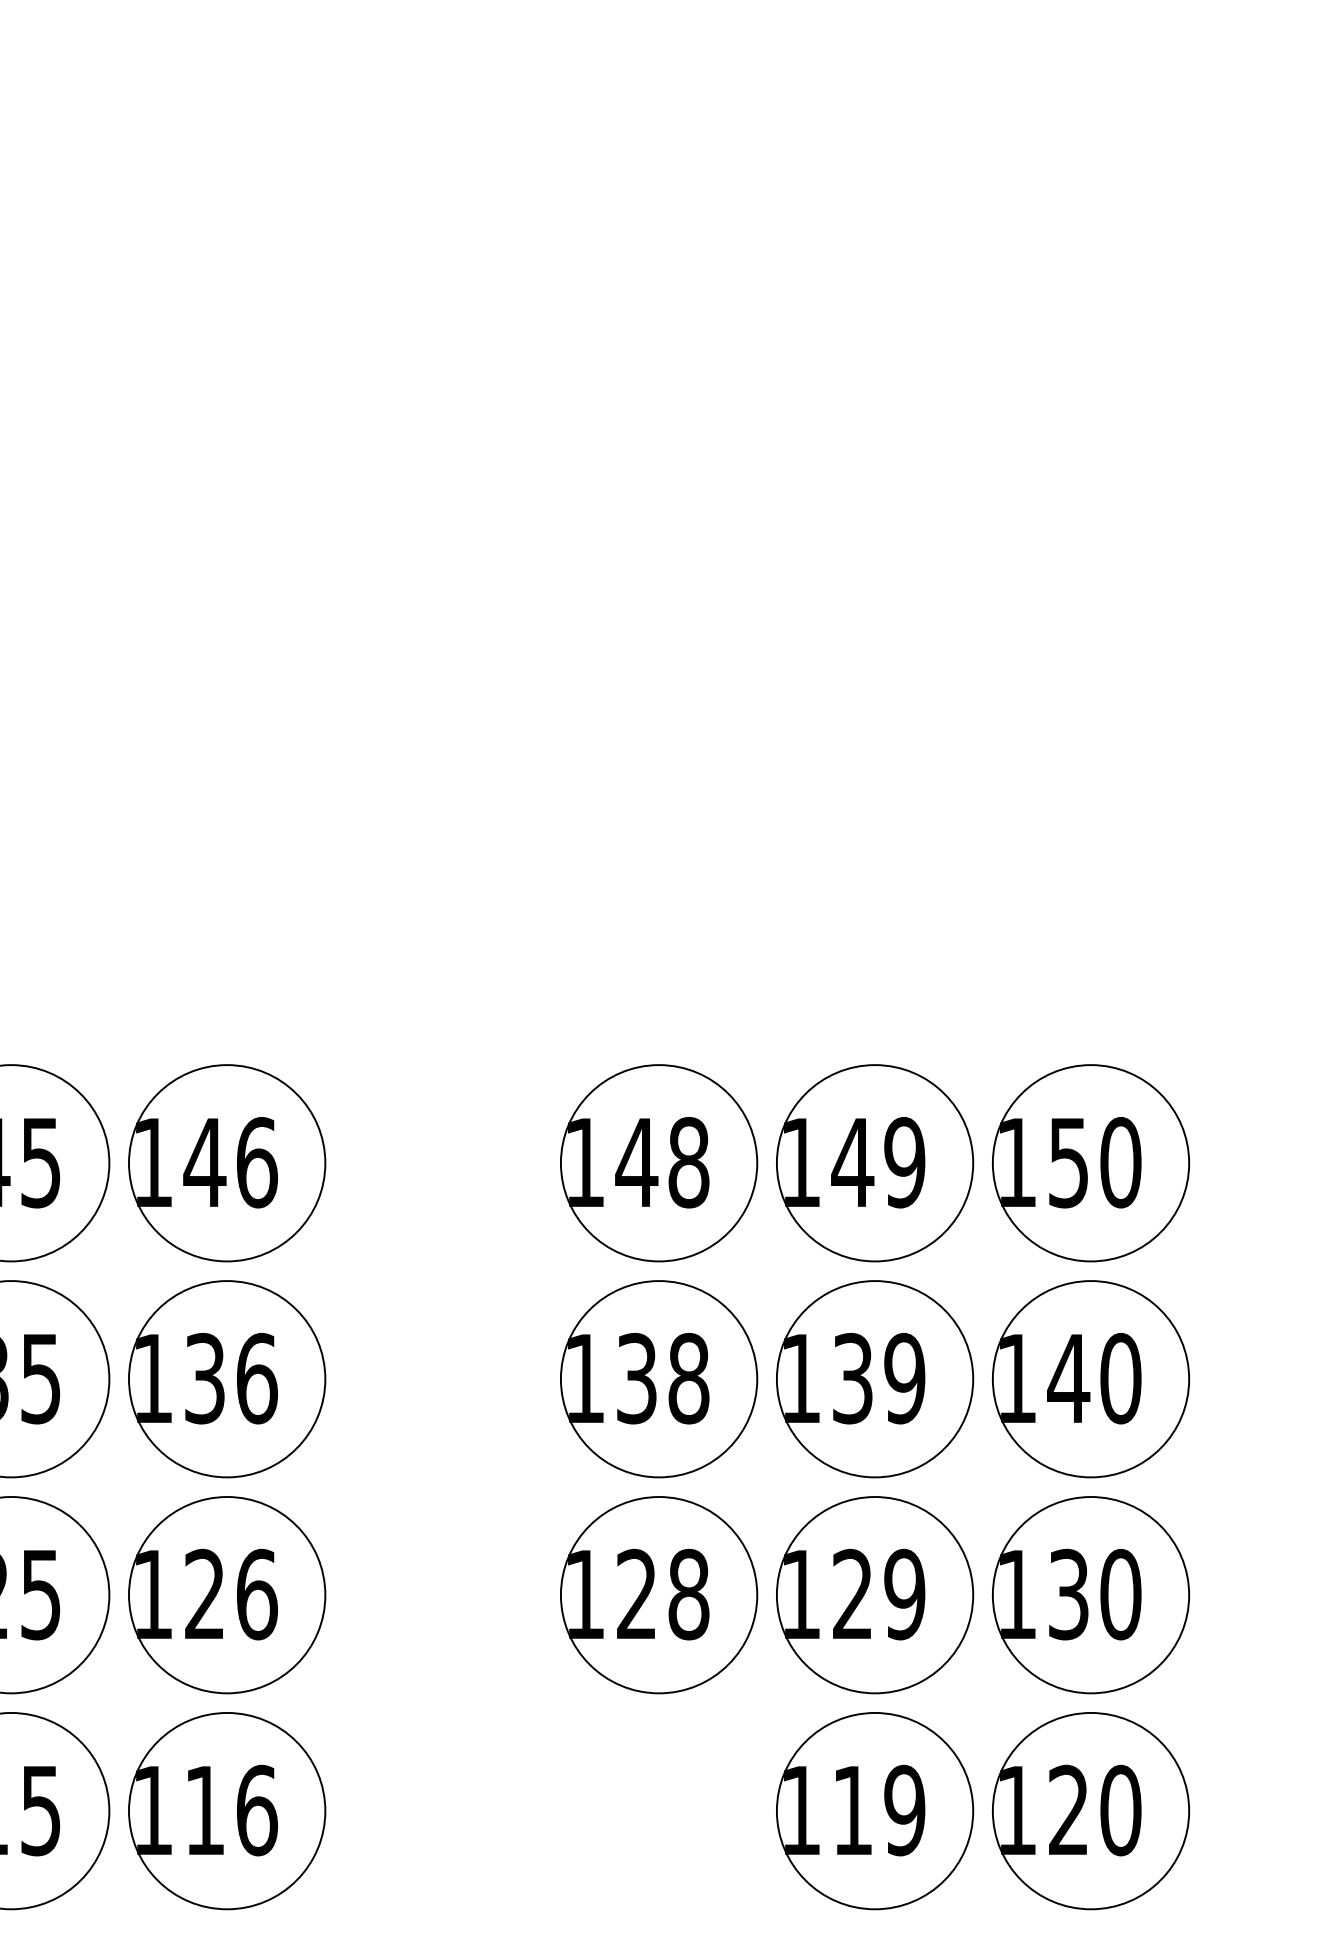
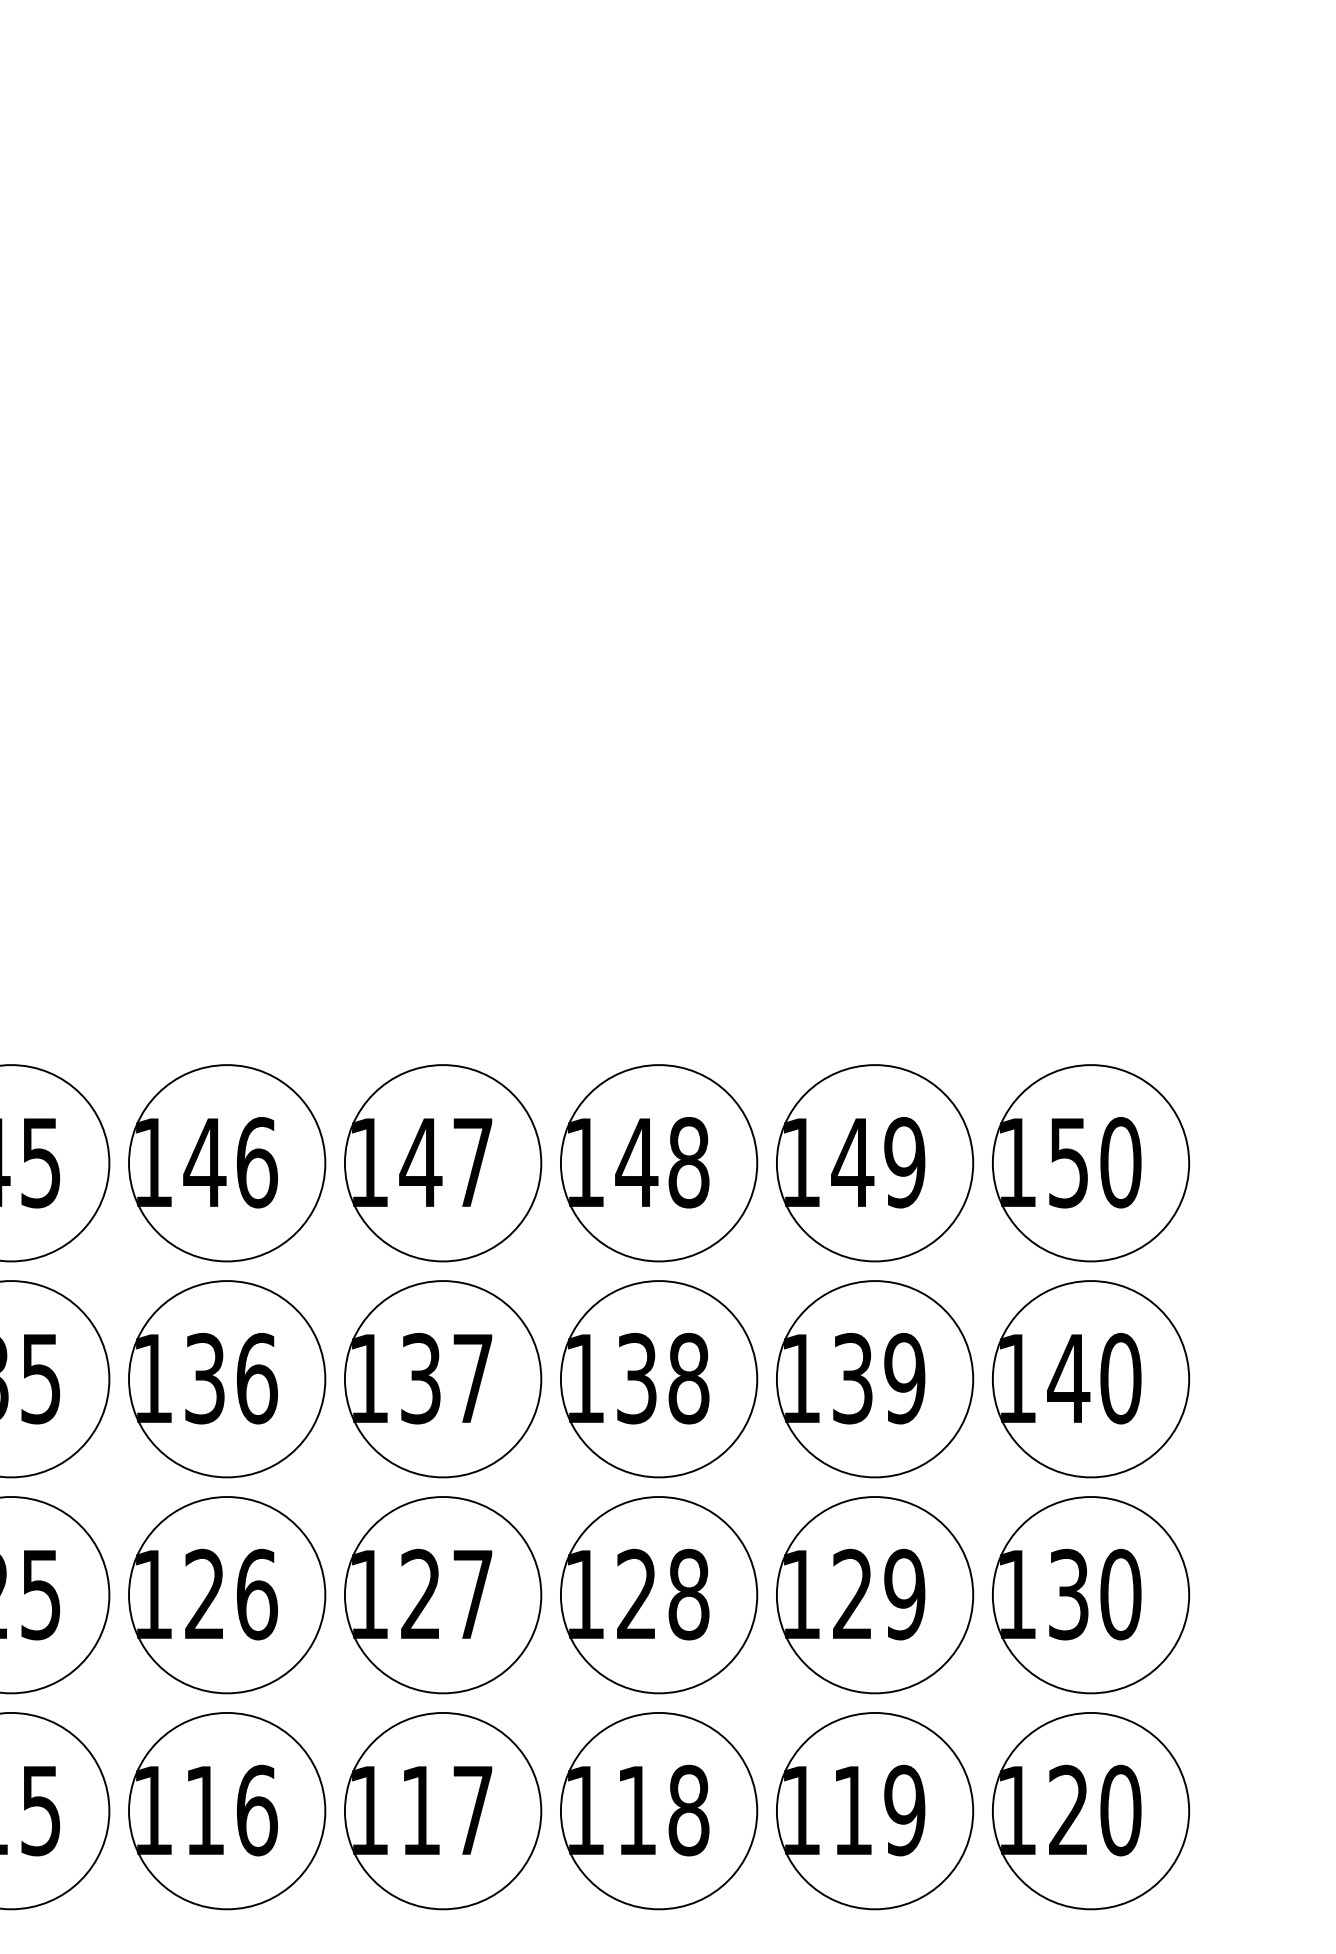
part at (443, 1163): none -> present
part at (443, 1379): none -> present
part at (443, 1595): none -> present
part at (443, 1811): none -> present
part at (659, 1811): none -> present
